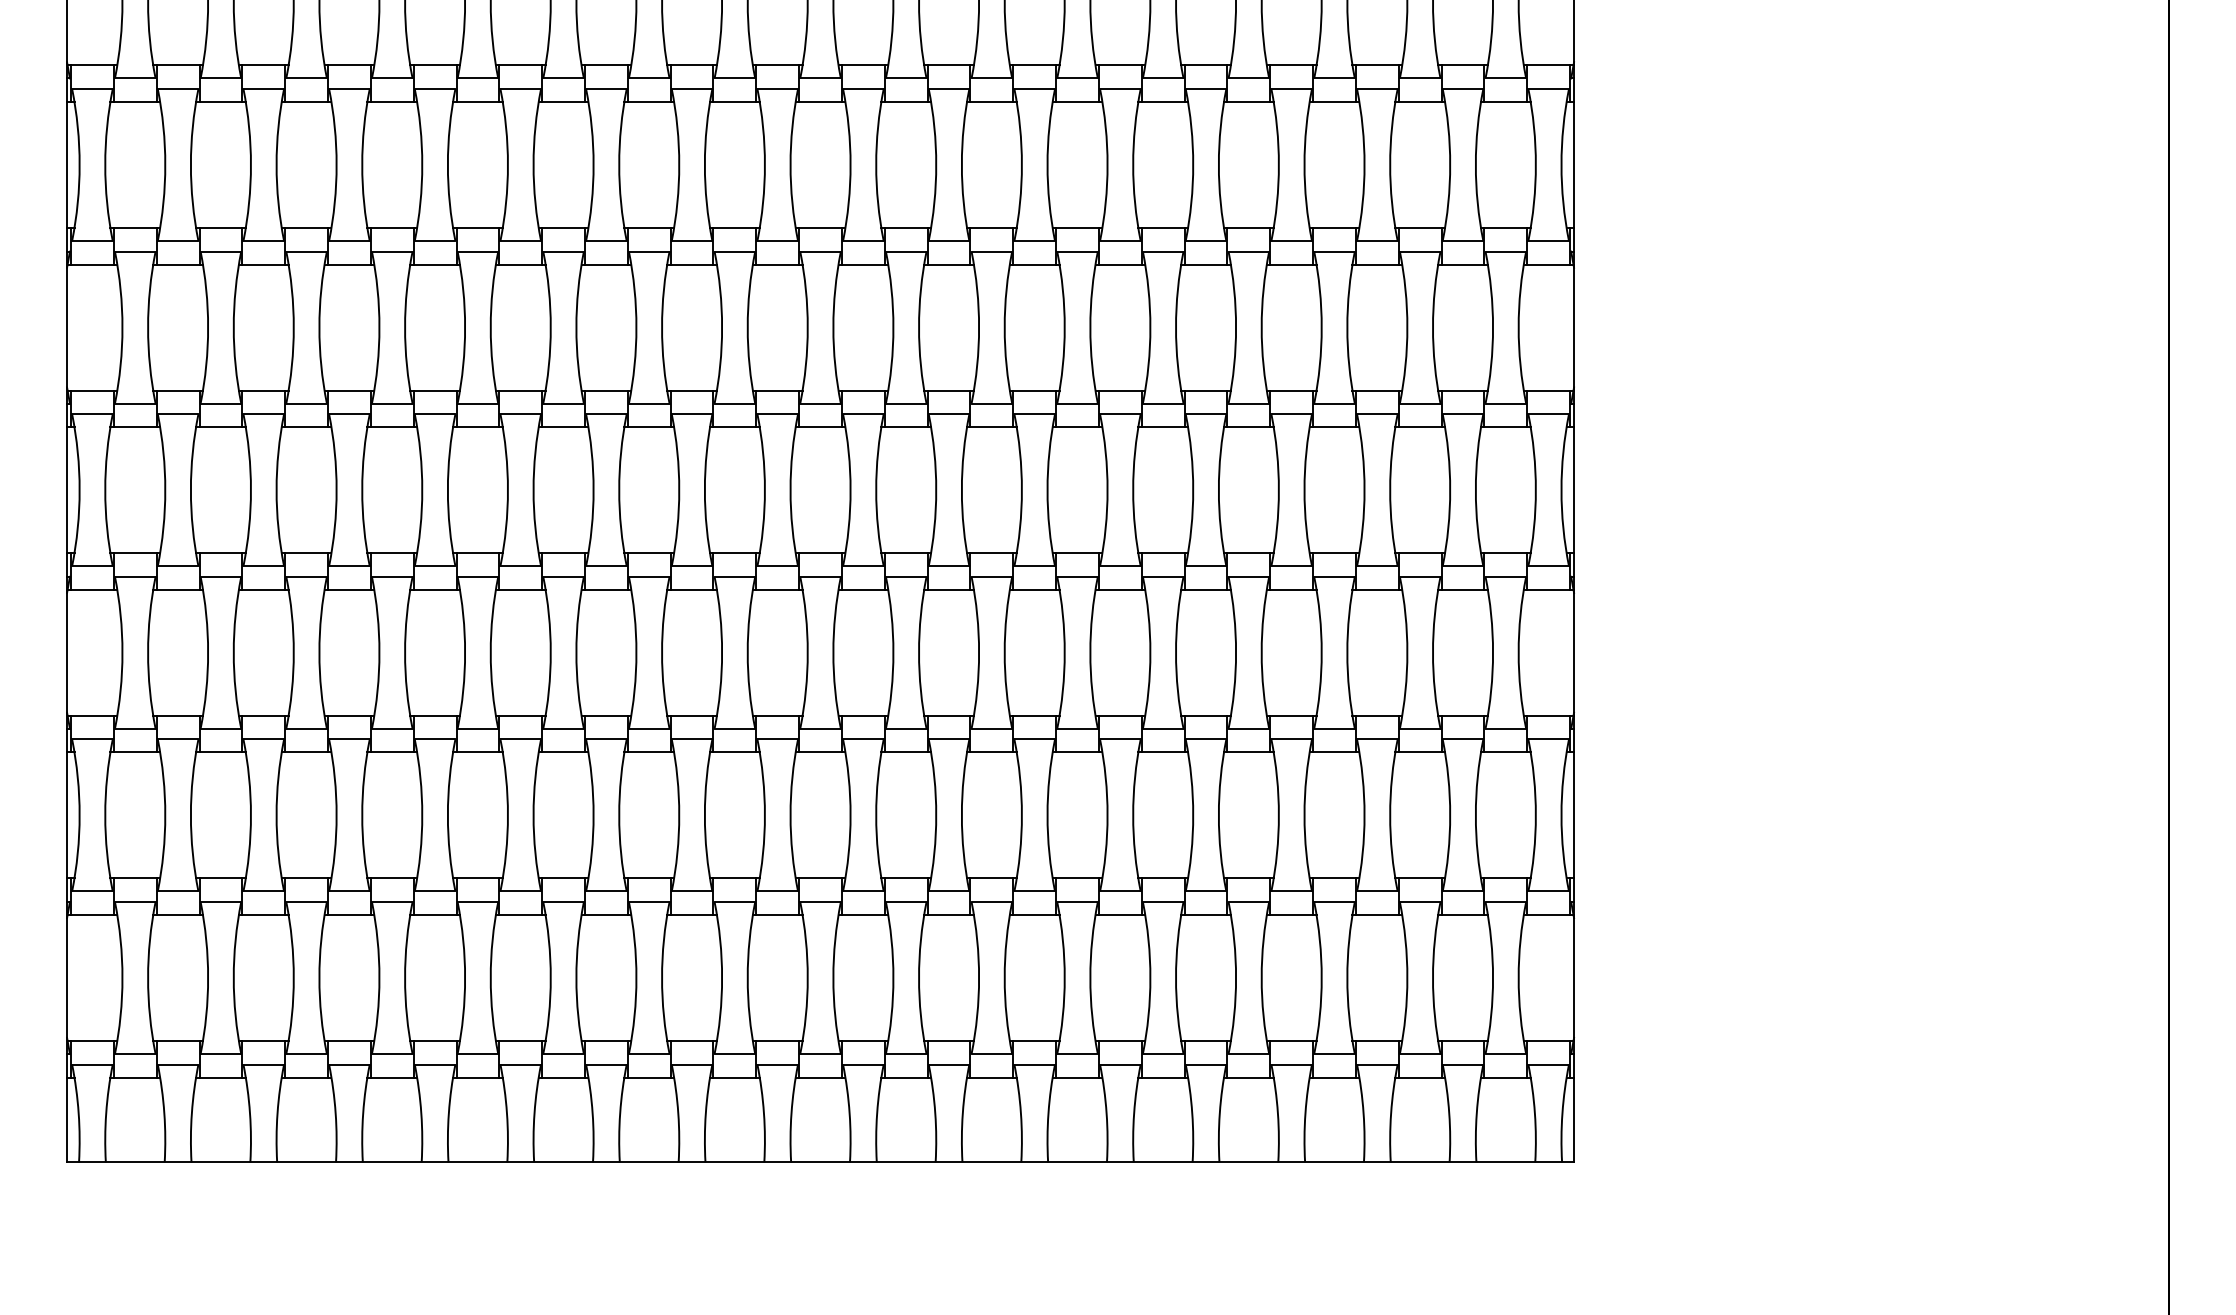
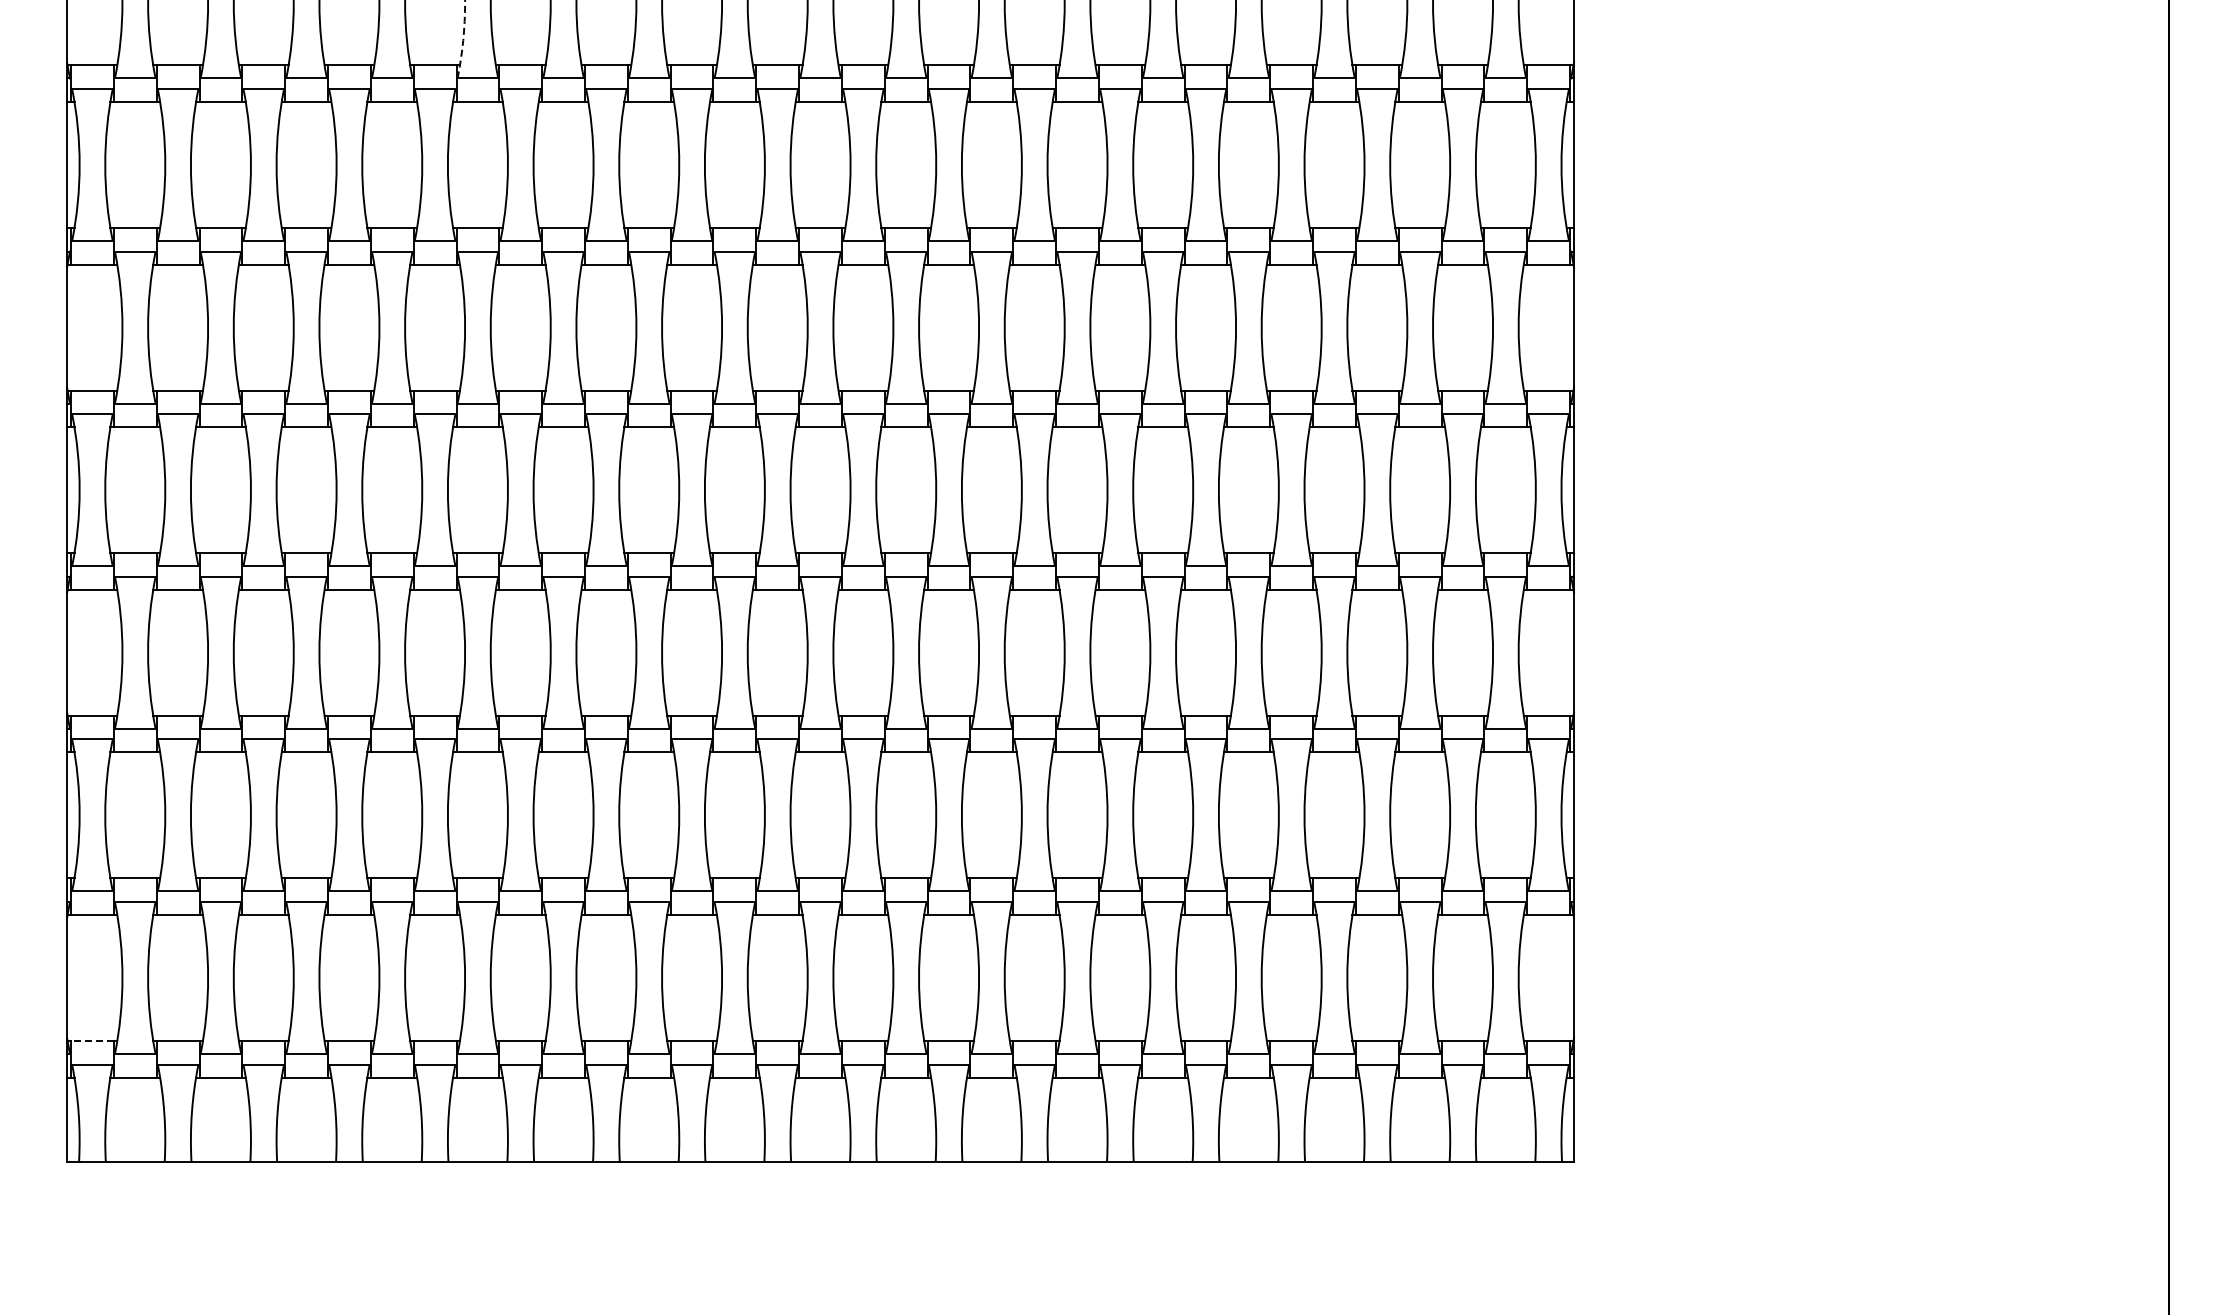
arc at (463, 39): solid -> dashed
line at (91, 1041): solid -> dashed
